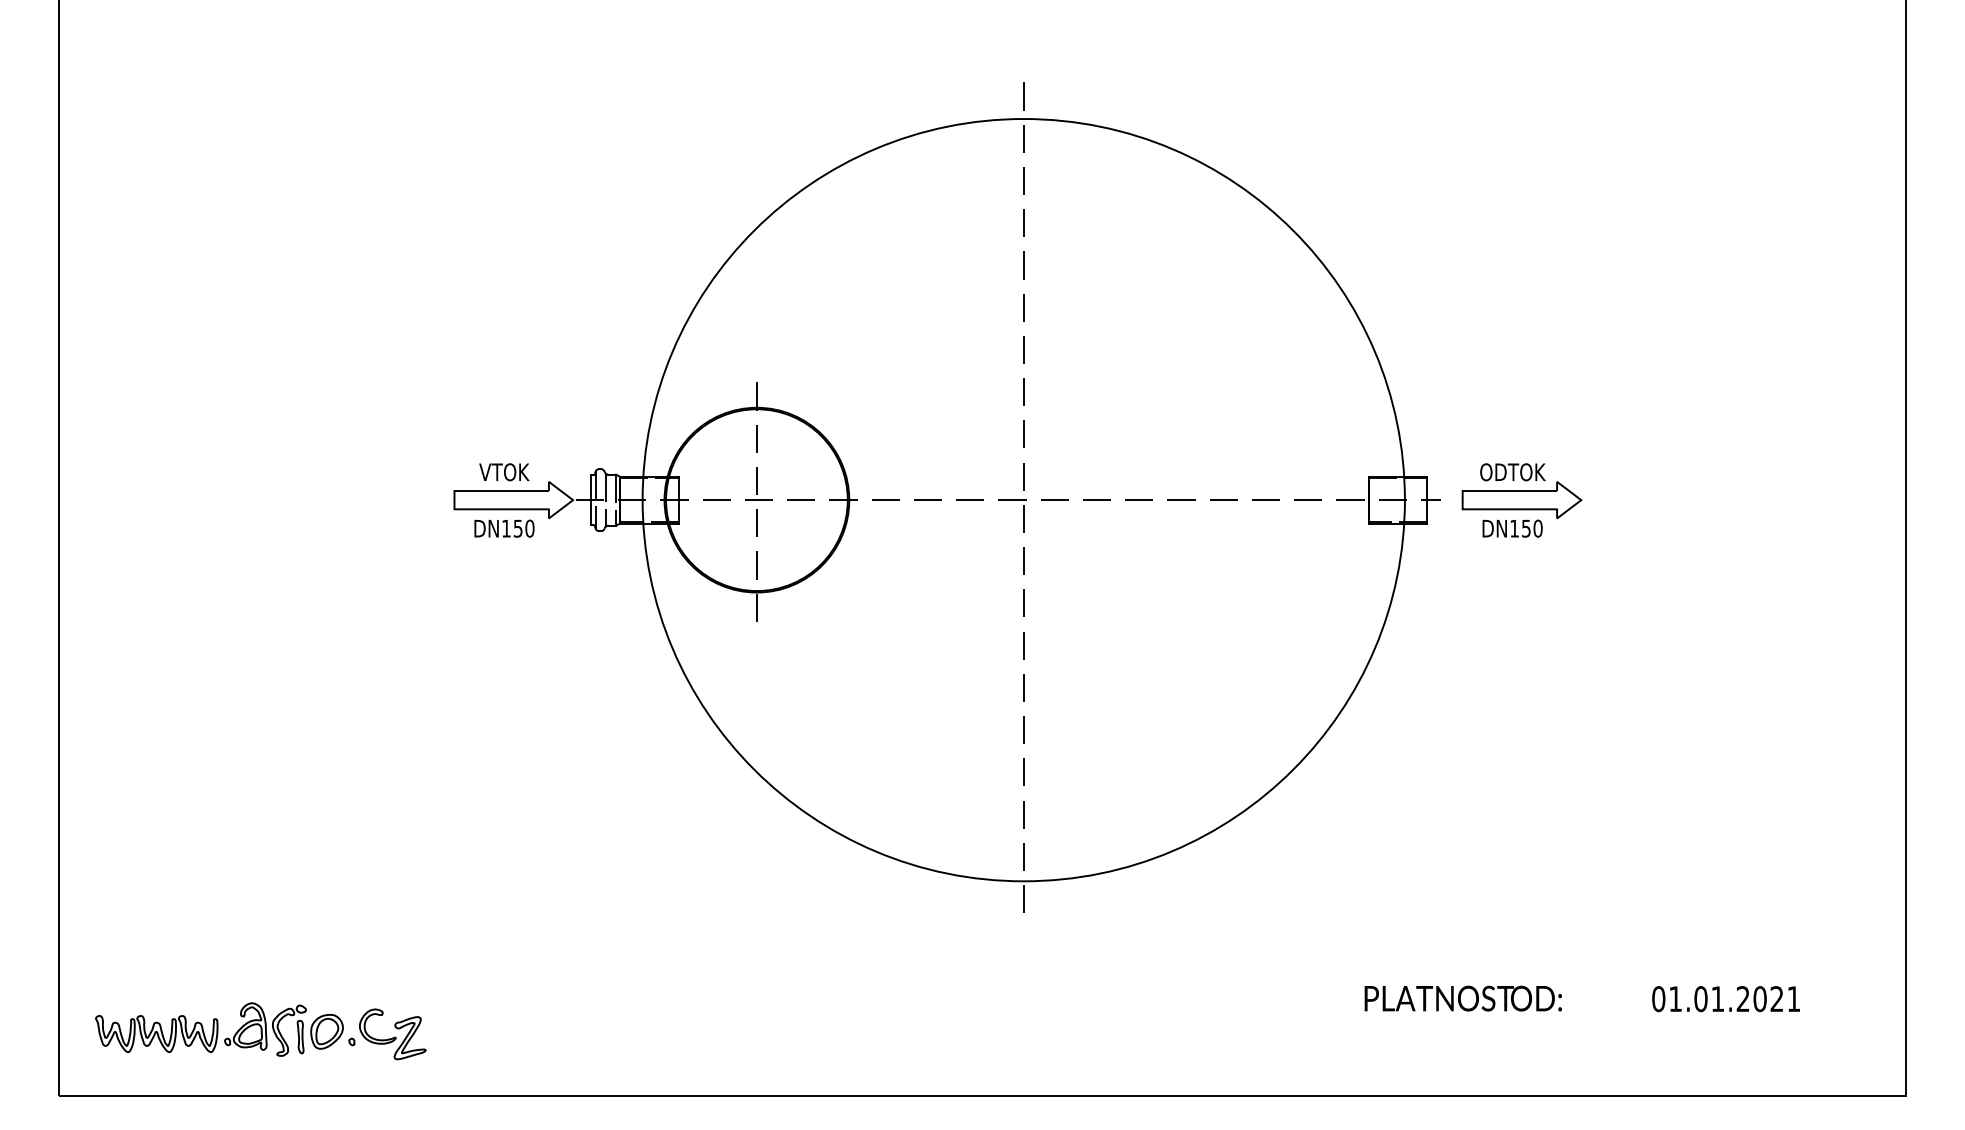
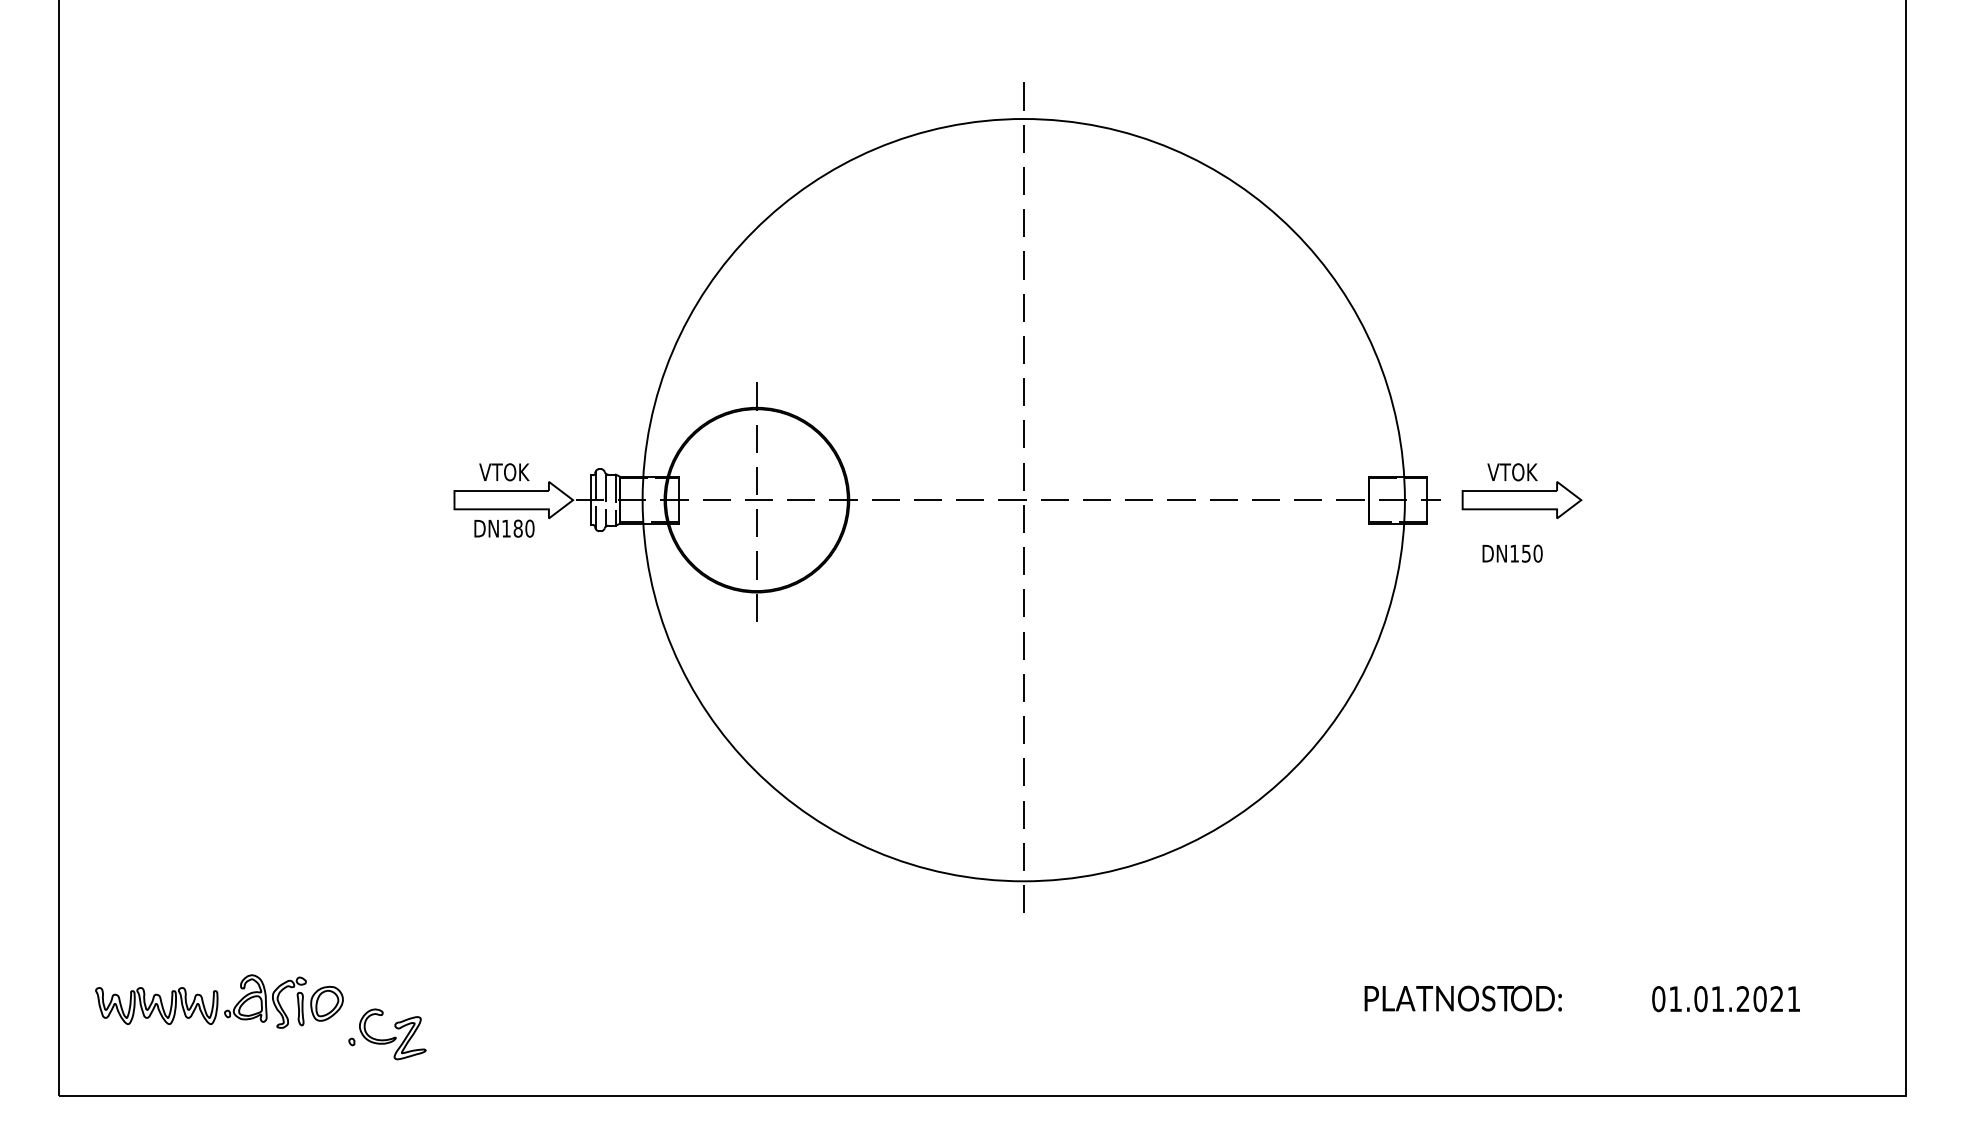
text at (1512, 472): ODTOK -> VTOK
text at (517, 528): DN150 -> DN180
text at (1512, 528) position: (1512, 528) -> (1512, 553)
part at (219, 1029) position: (219, 1029) -> (219, 1001)
